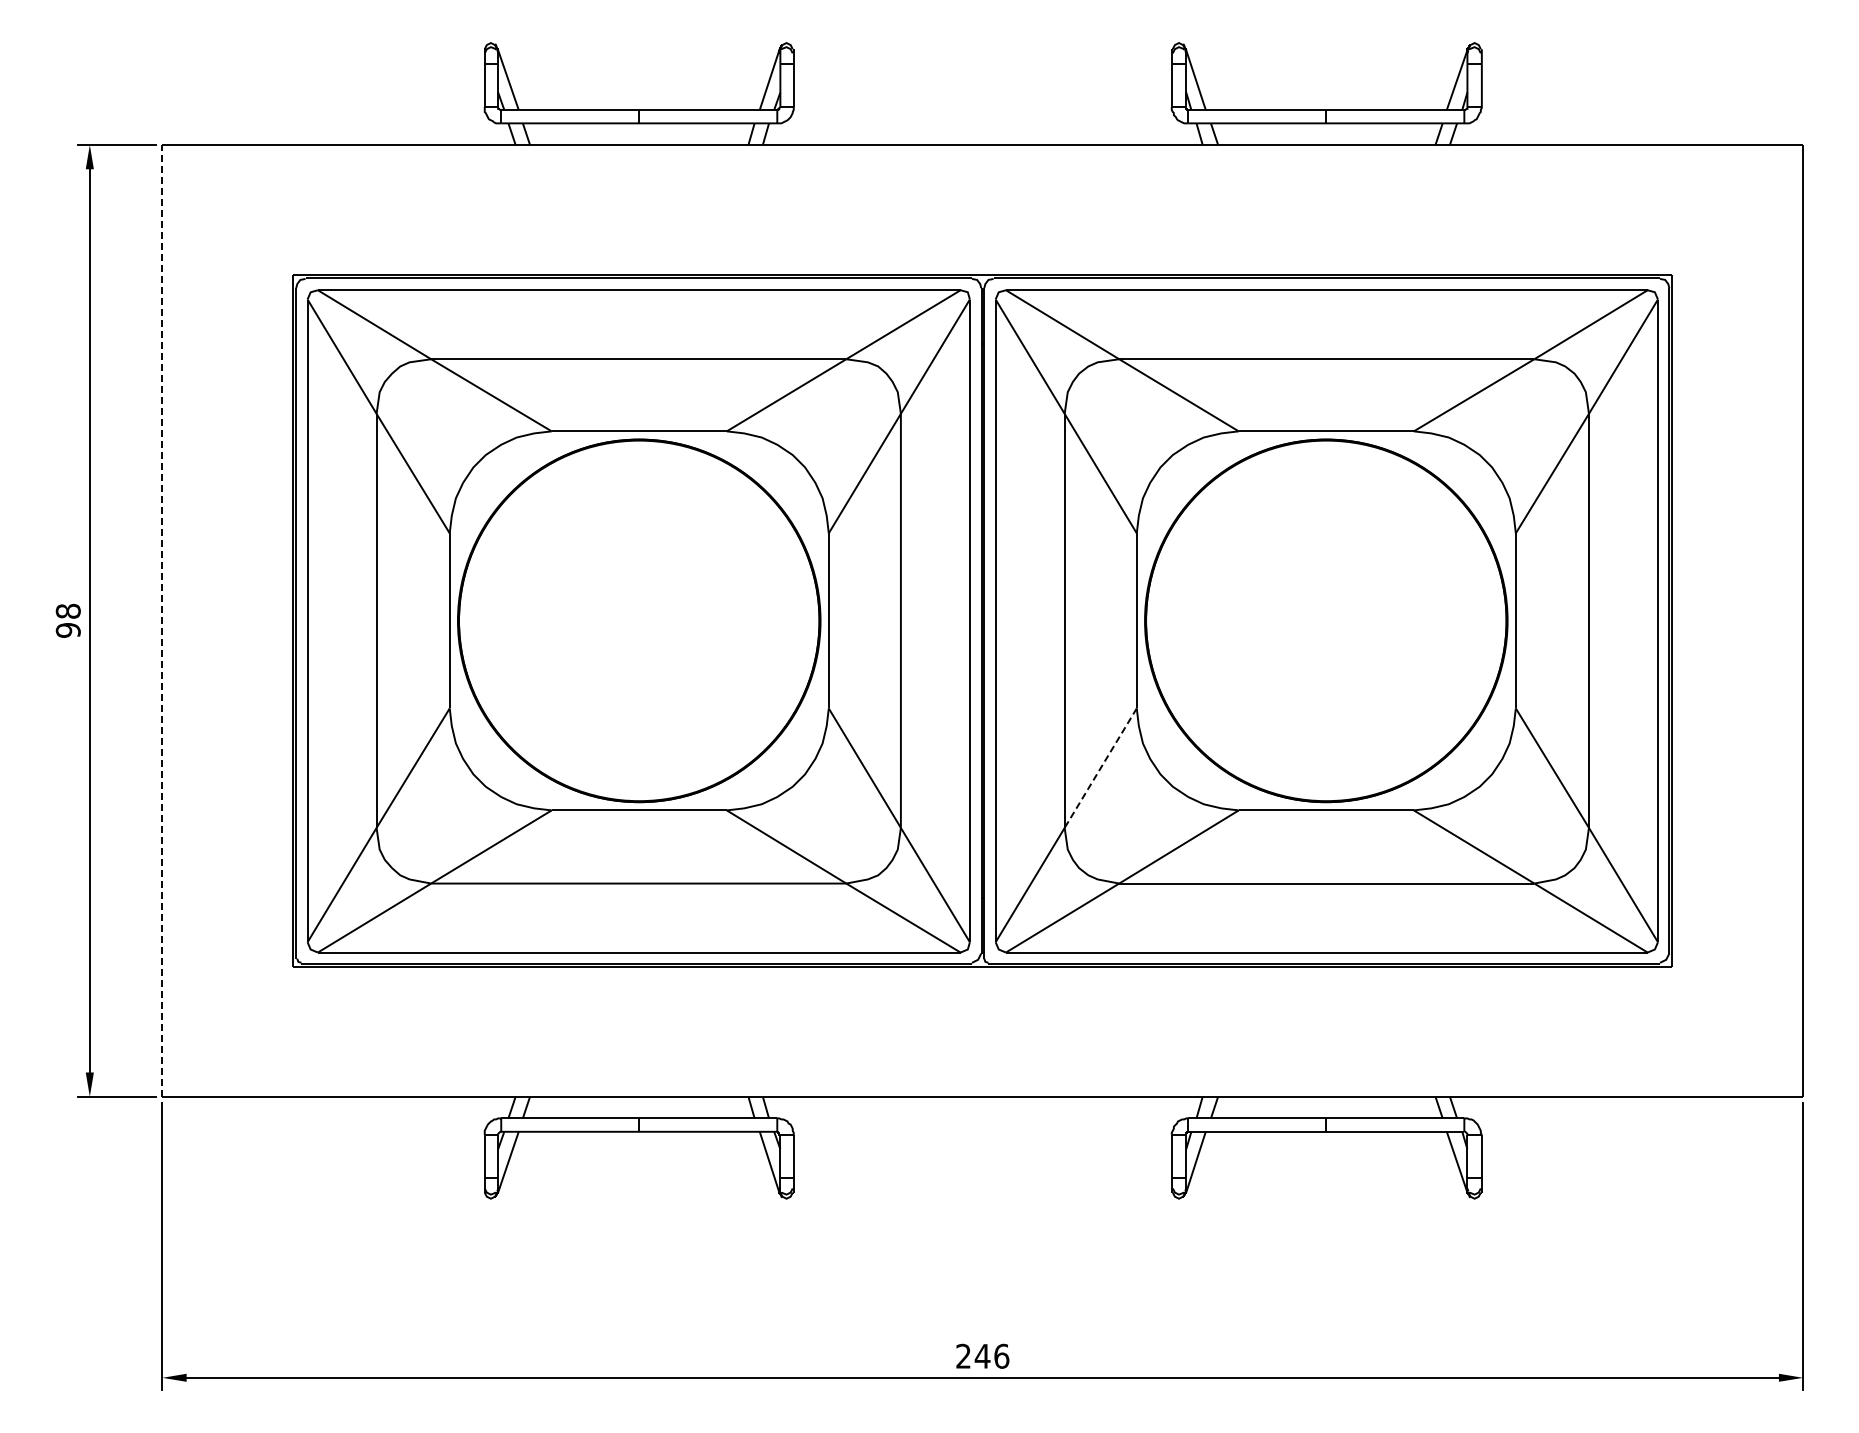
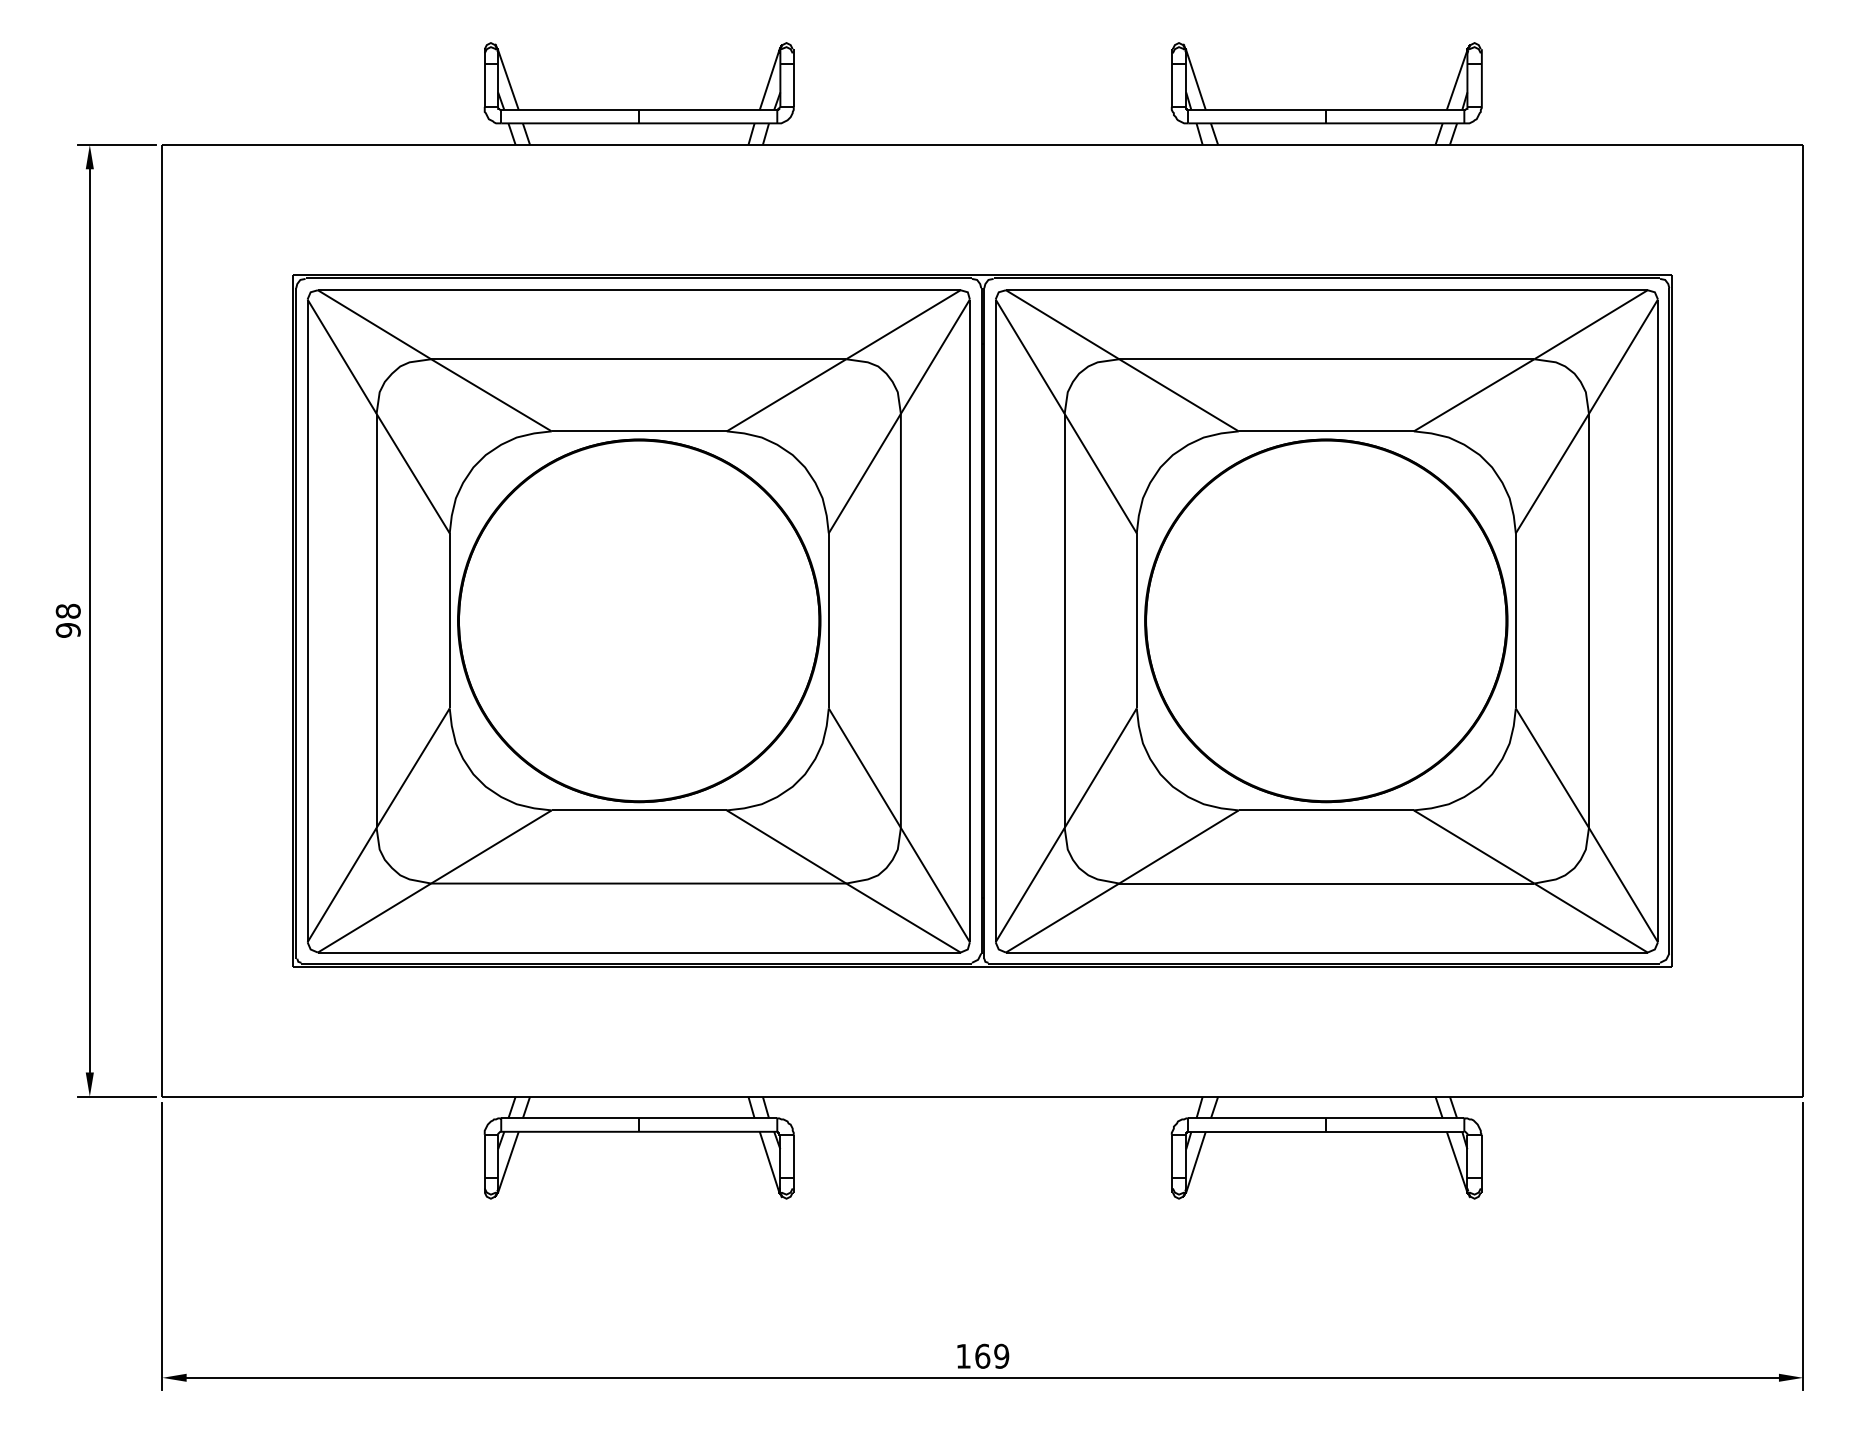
line at (162, 620): dashed -> solid
line at (1100, 768): dashed -> solid
text at (982, 1355): 246 -> 169
